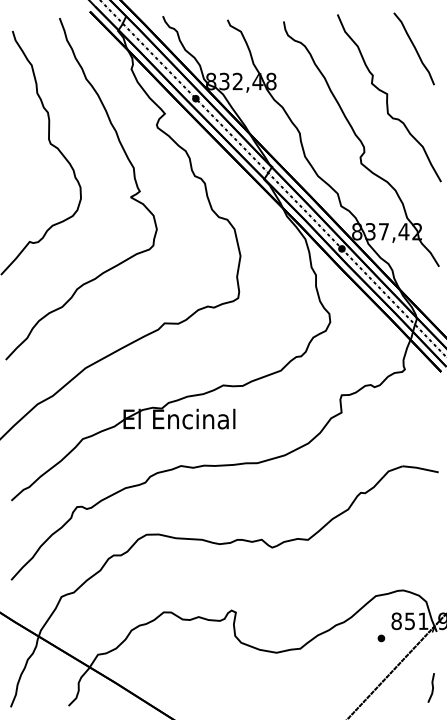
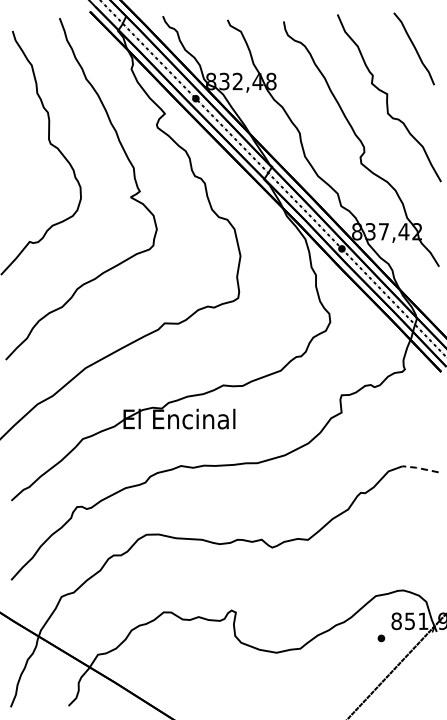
line at (420, 468): solid -> dashed
line at (432, 687): present -> none
